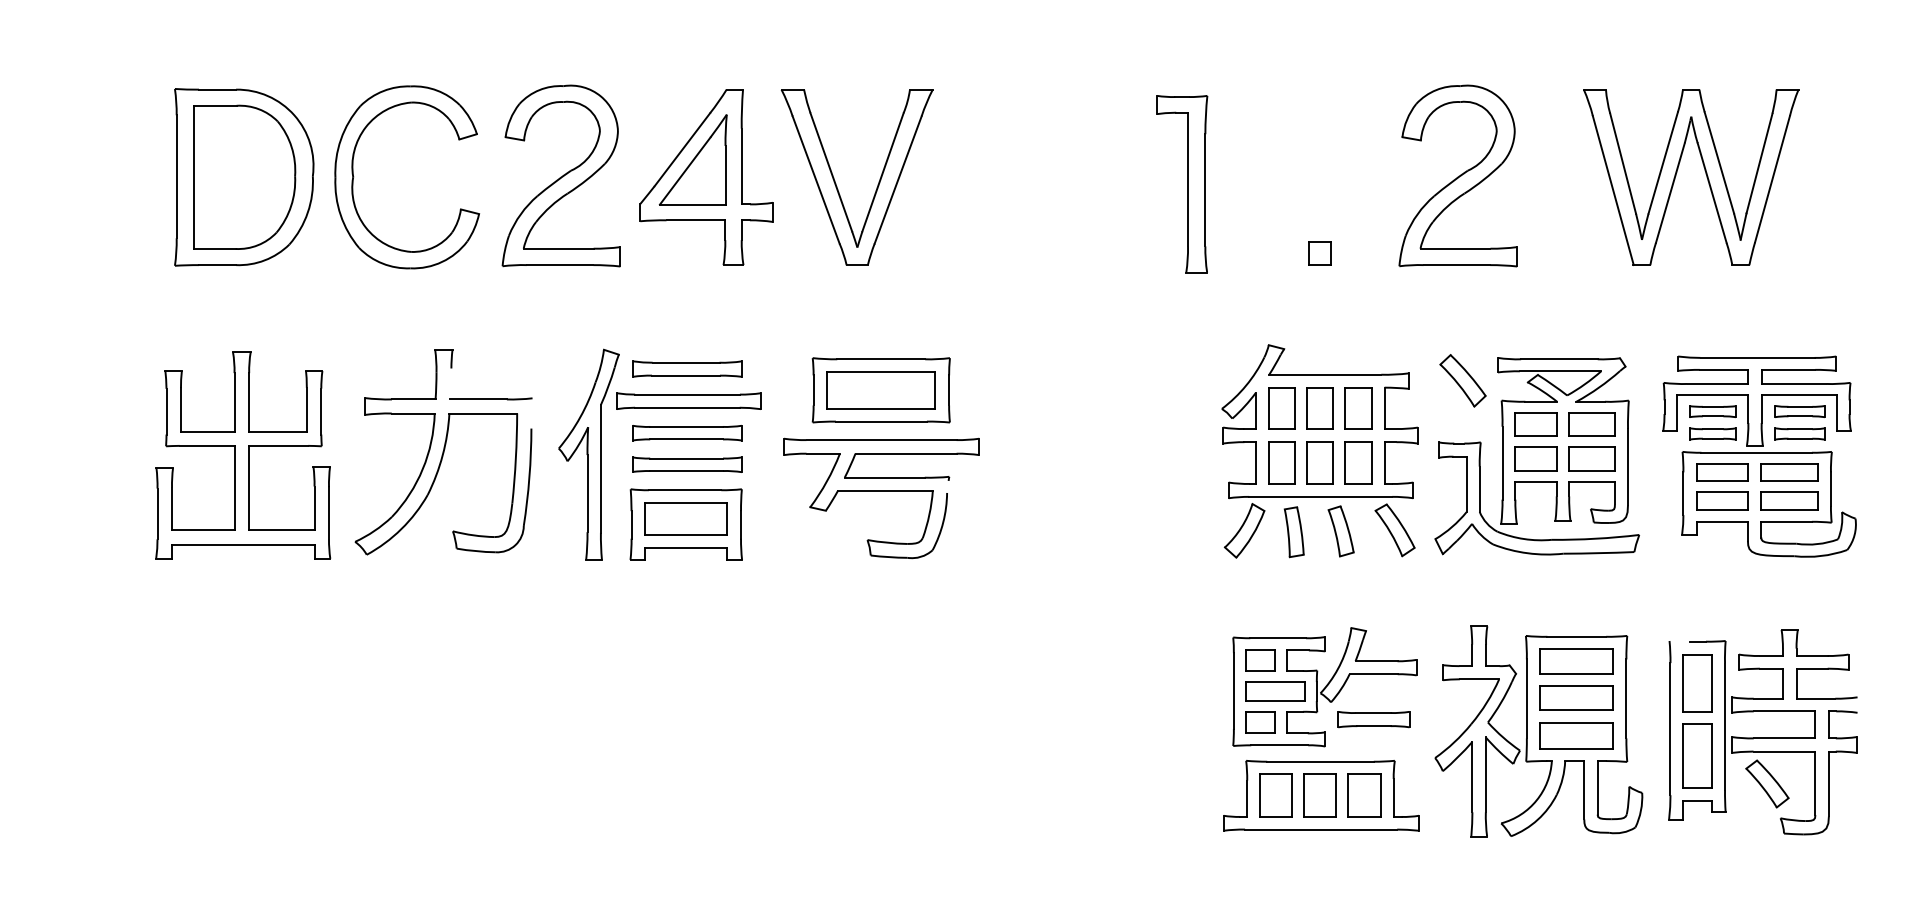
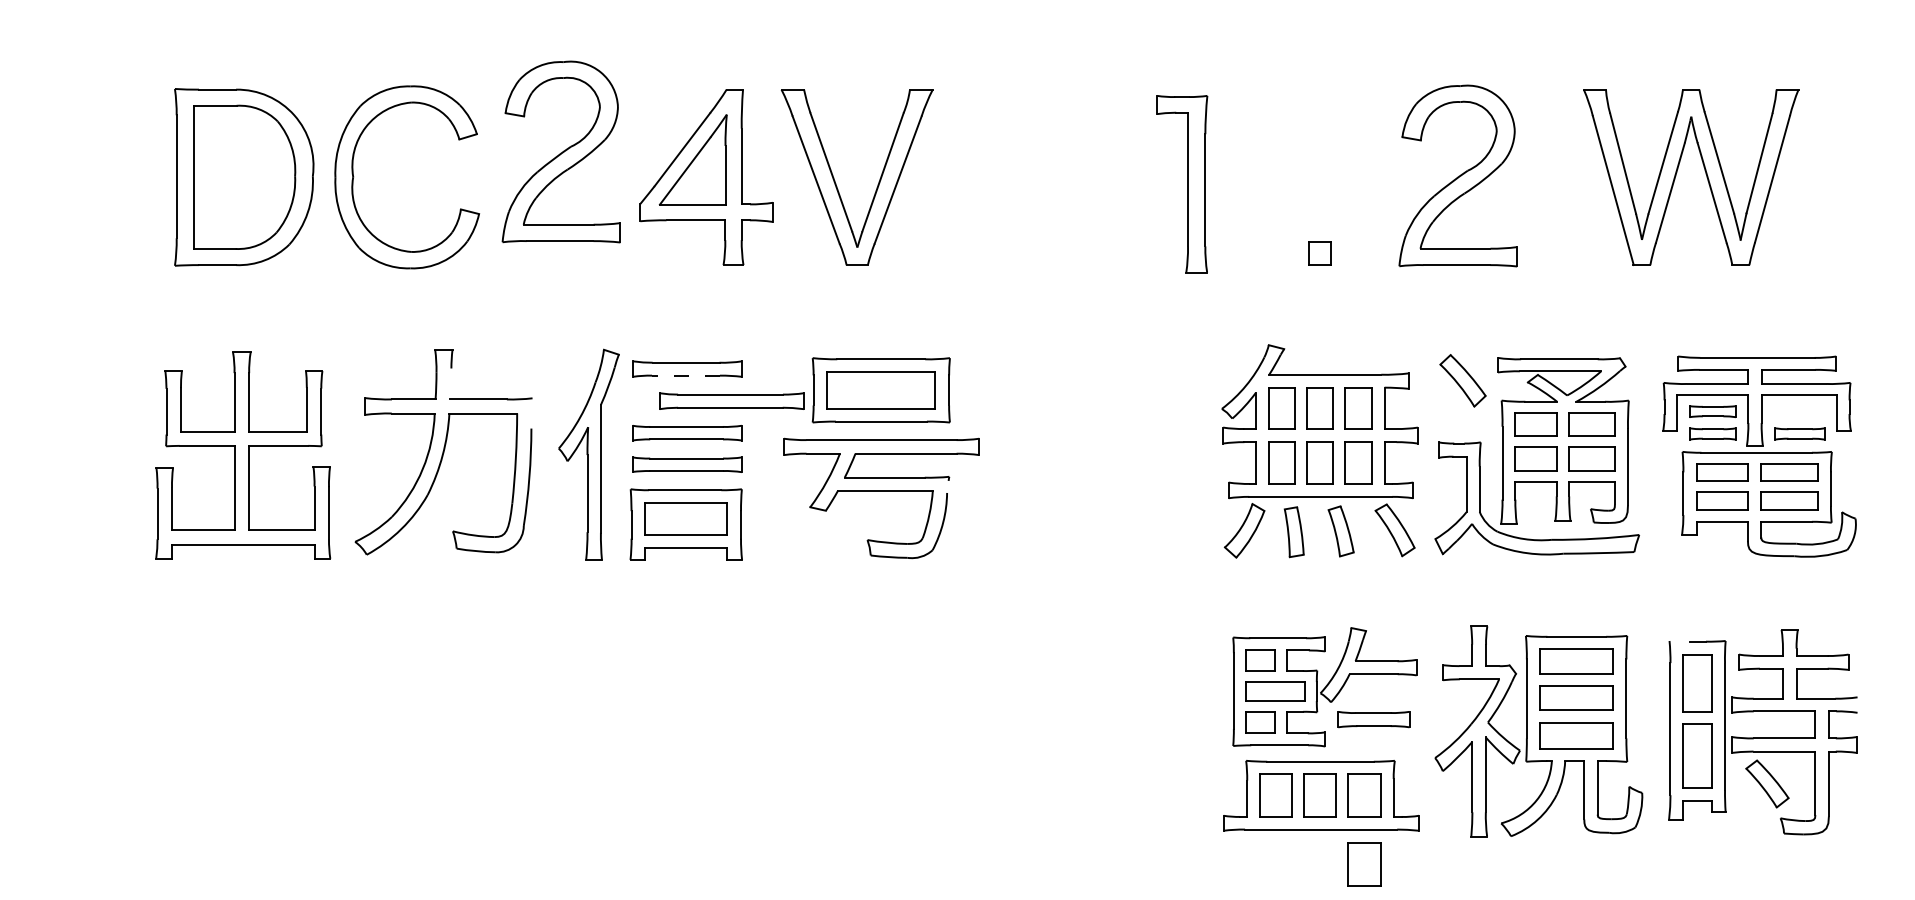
part at (560, 175) position: (560, 175) -> (560, 151)
line at (685, 375): solid -> dashed
part at (688, 400) position: (688, 400) -> (731, 400)
part at (1799, 411): present -> none
part at (1364, 864): none -> present
